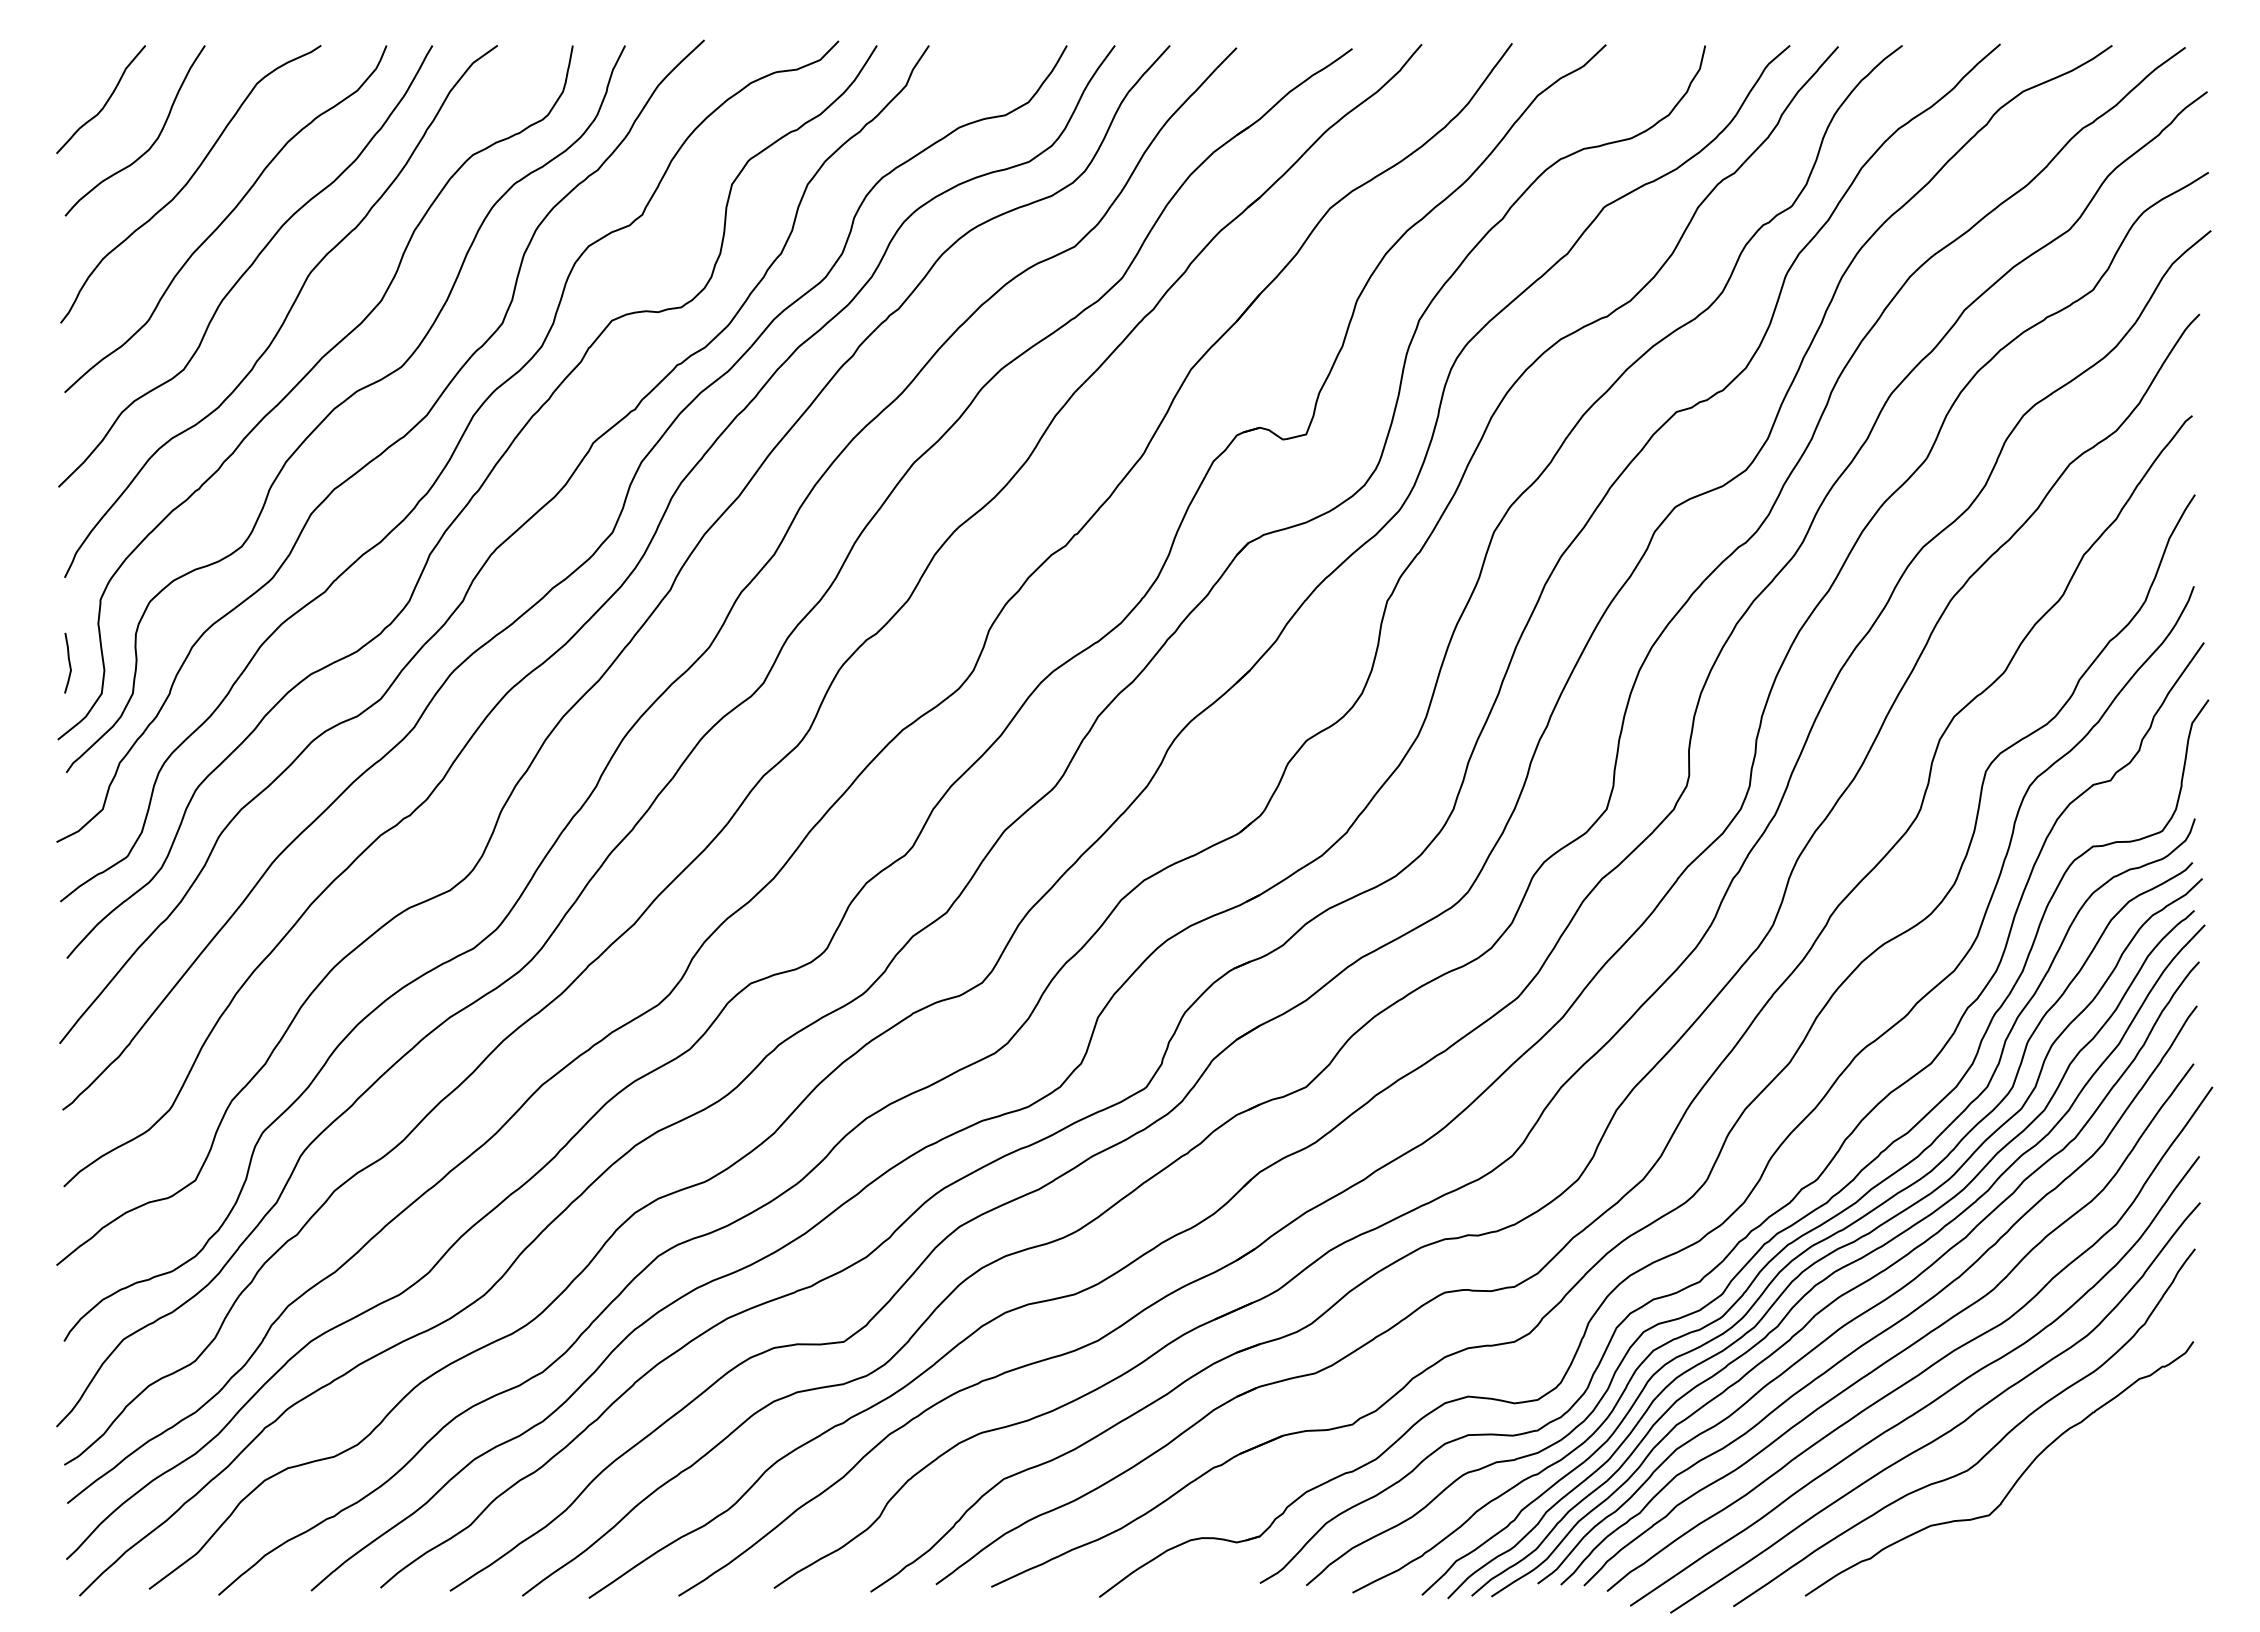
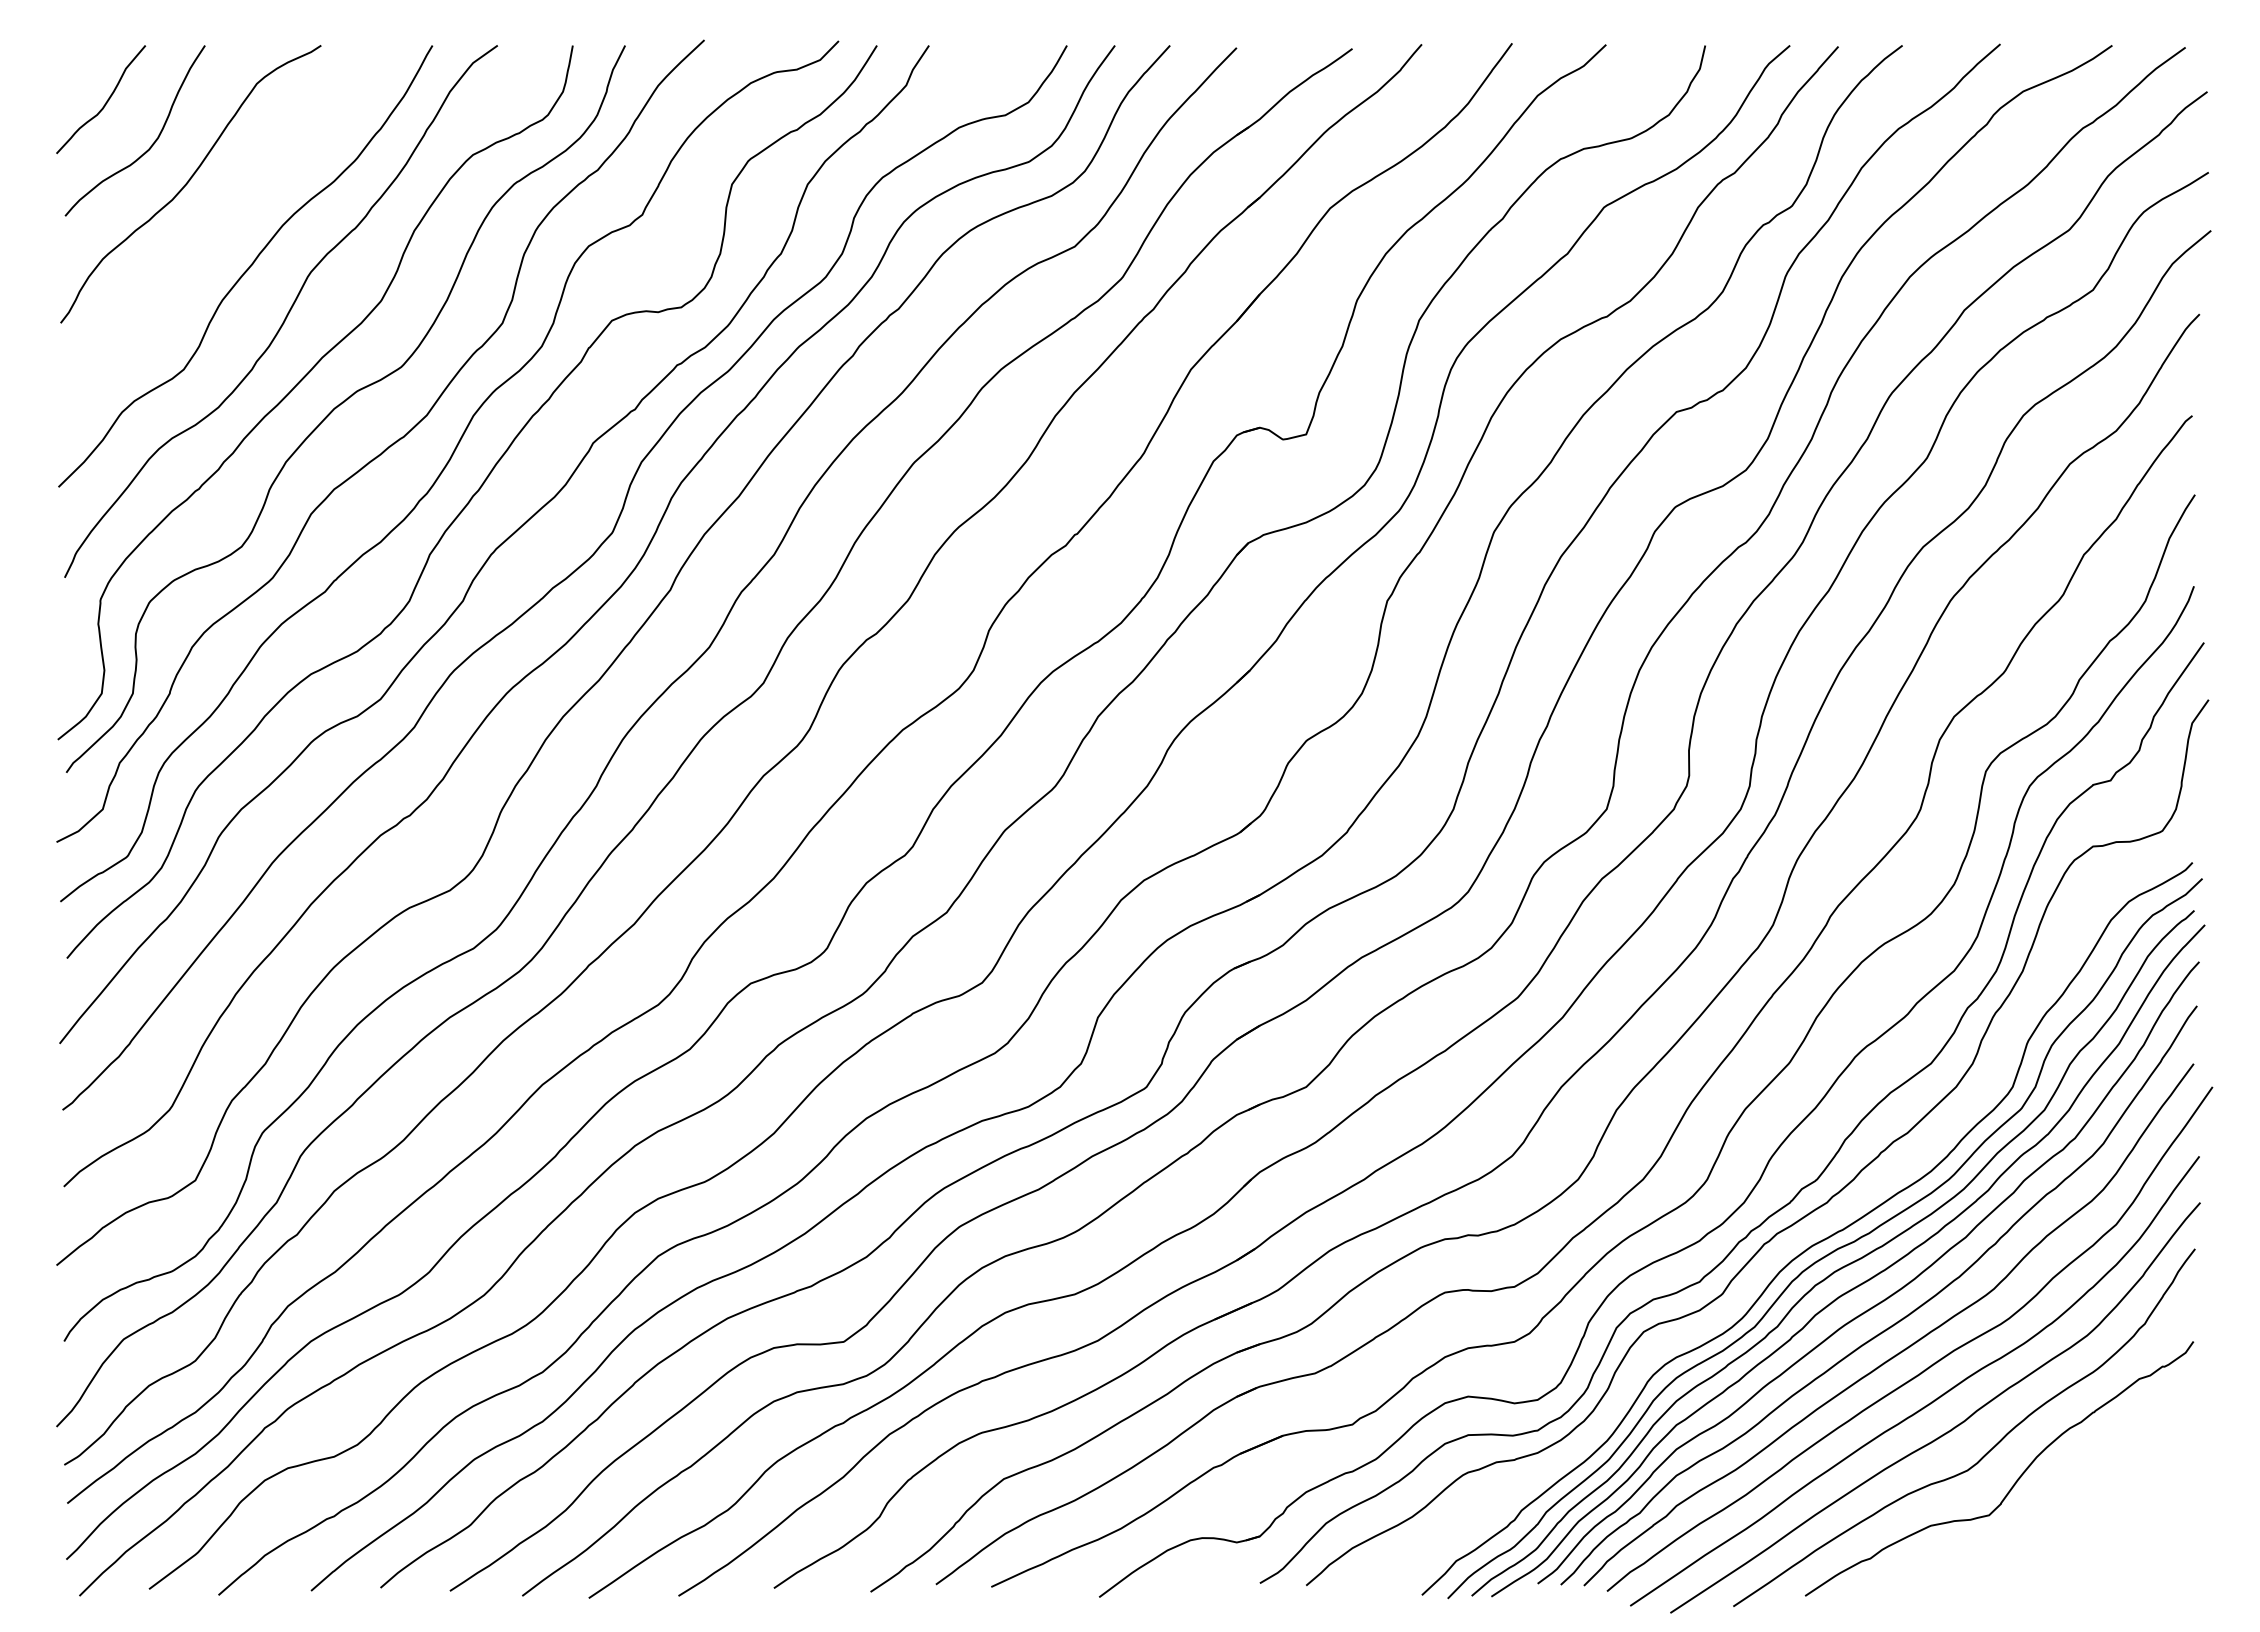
curve at (225, 219): present -> none
curve at (68, 662): present -> none
curve at (1794, 1239): present -> none
